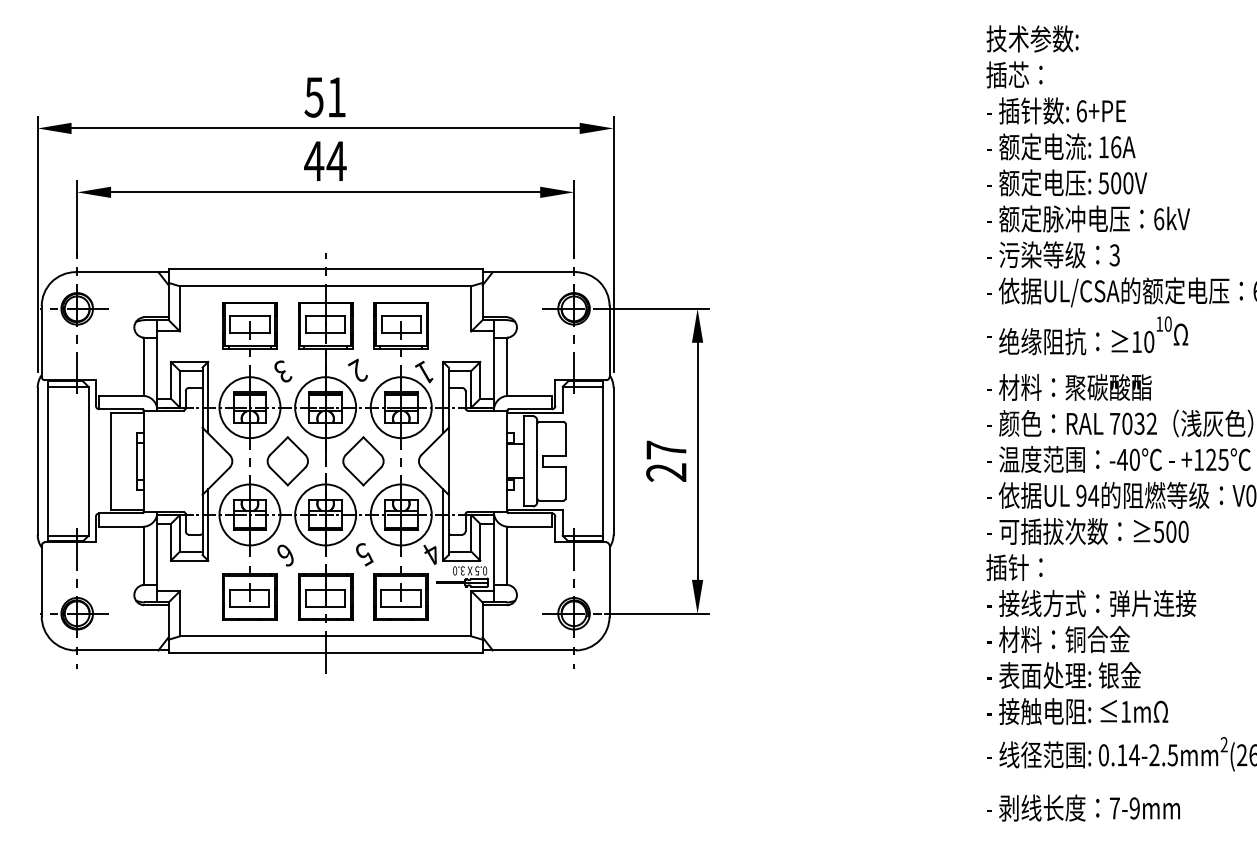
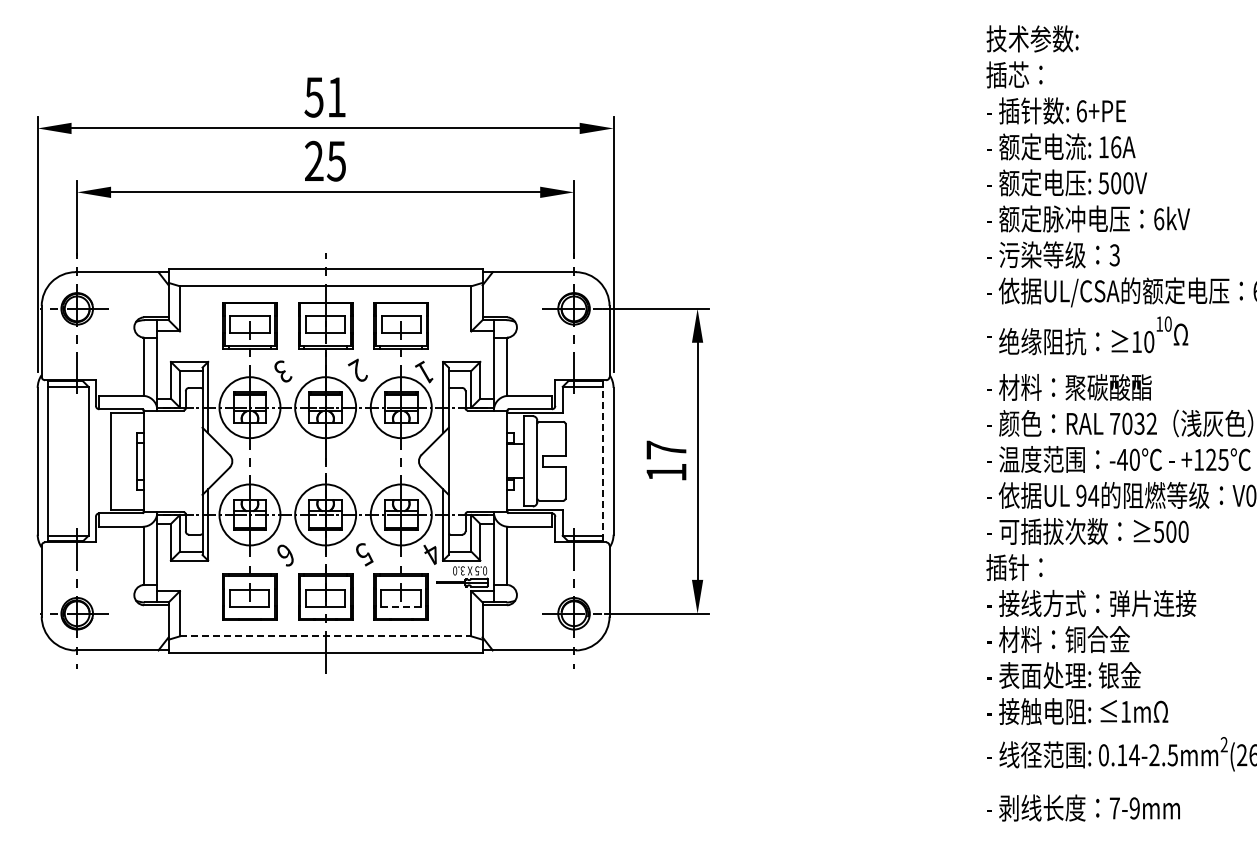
text at (325, 160): 44 -> 25
line at (603, 460): solid -> dashed
part at (287, 461): present -> none
part at (363, 461): present -> none
text at (666, 472): 27 -> 17
line at (401, 606): solid -> dashed
line at (325, 636): solid -> dashed
